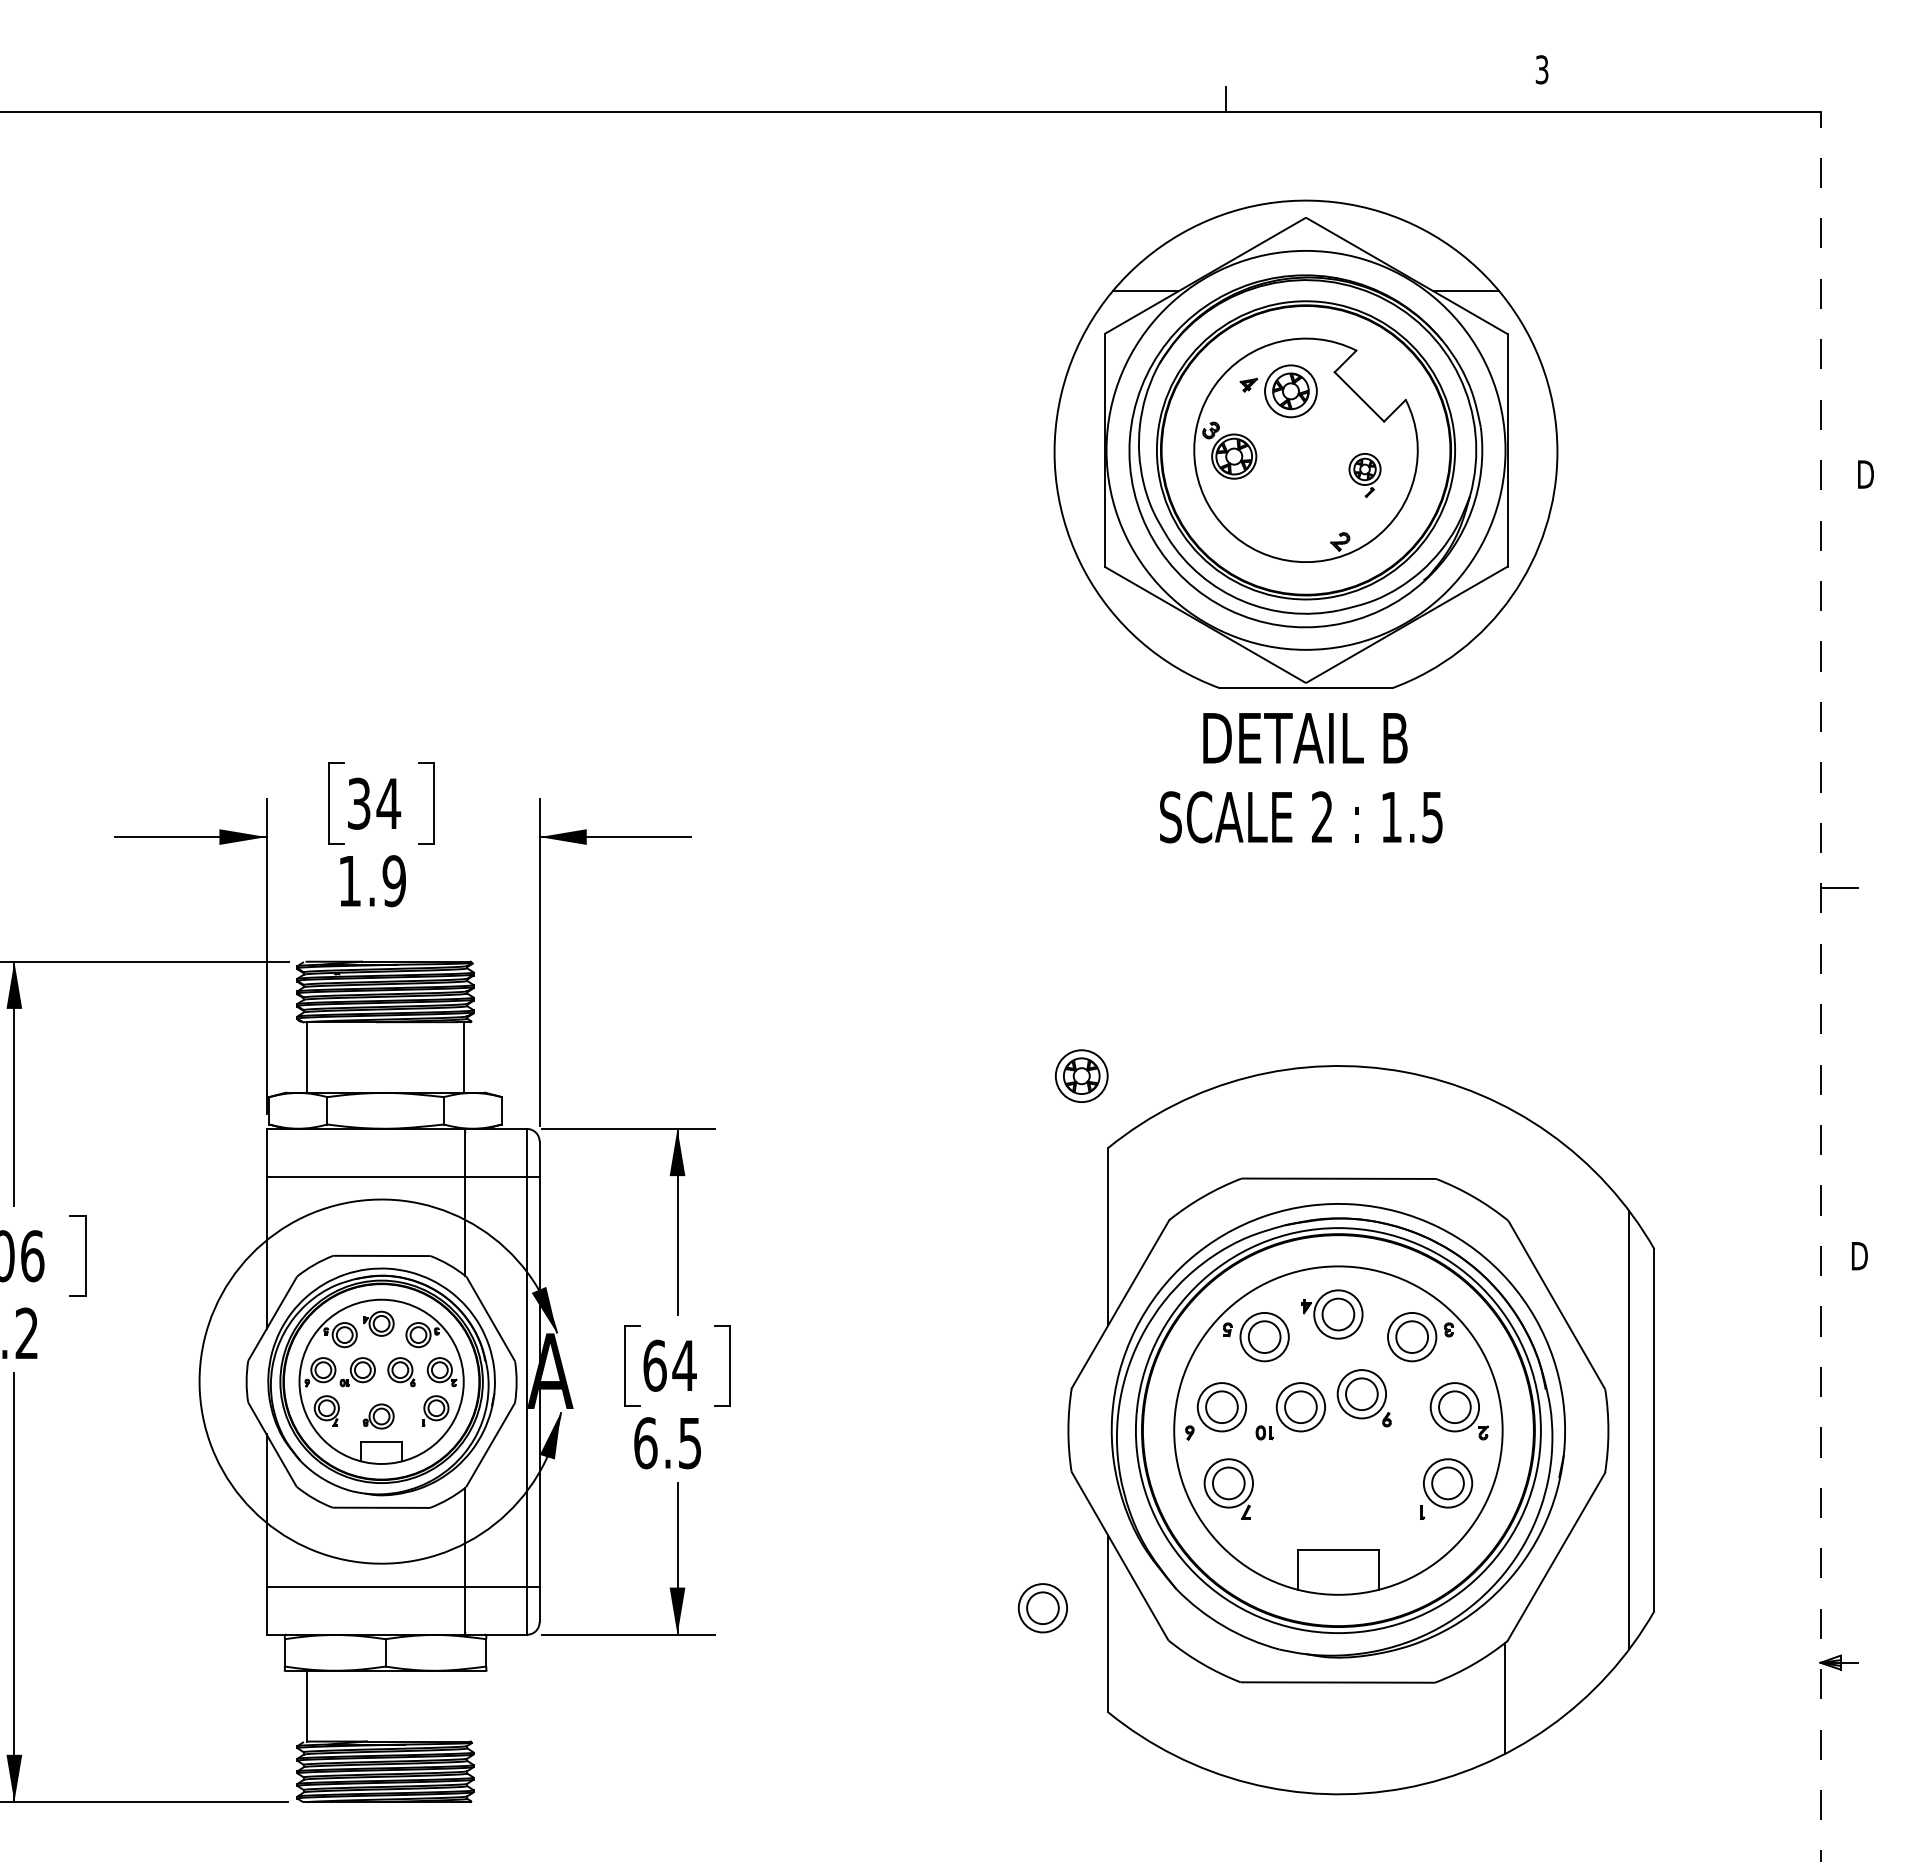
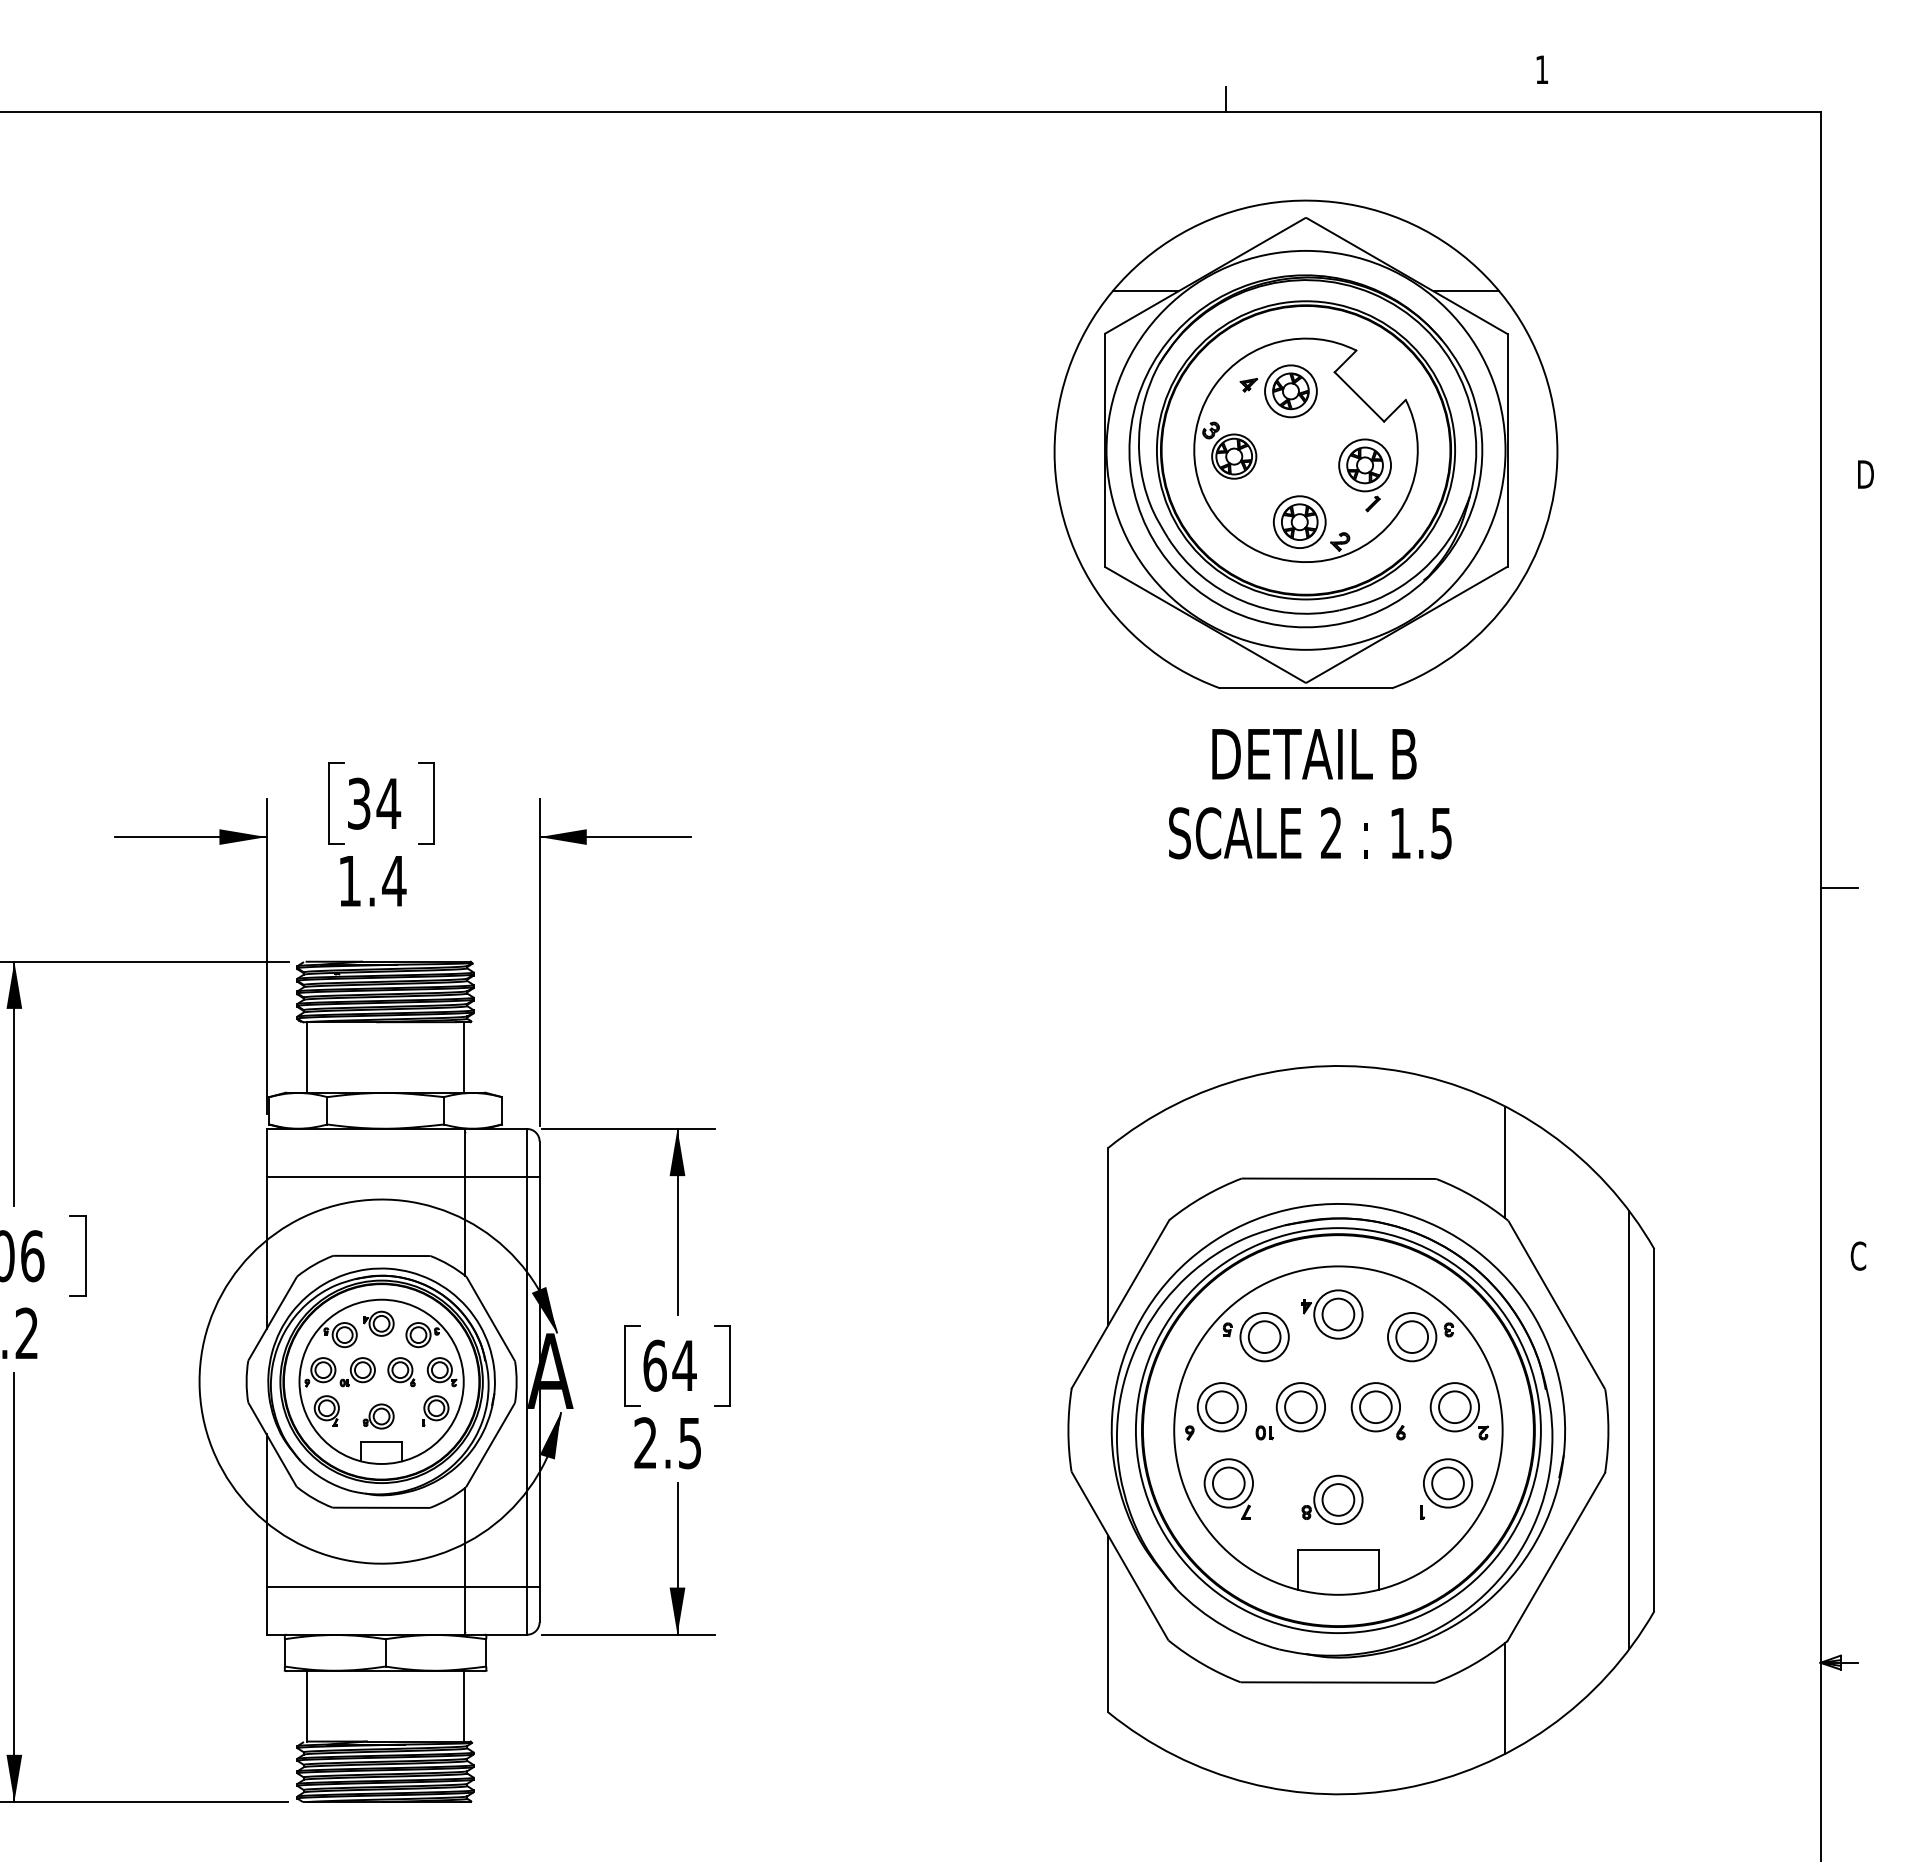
text at (1541, 69): 3 -> 1
part at (1364, 475) size: 34x45 px -> 54x75 px
text at (1301, 778) position: (1301, 778) -> (1310, 794)
text at (394, 881): 1.9 -> 1.4
line at (1820, 987): dashed -> solid
part at (1081, 1075) position: (1081, 1075) -> (1299, 521)
line at (1505, 1162): none -> present
text at (1858, 1255): D -> C
part at (1363, 1398) position: (1363, 1398) -> (1377, 1411)
text at (645, 1443): 6.5 -> 2.5
part at (1332, 1499): none -> present
part at (1042, 1608): present -> none
line at (464, 1706): none -> present
